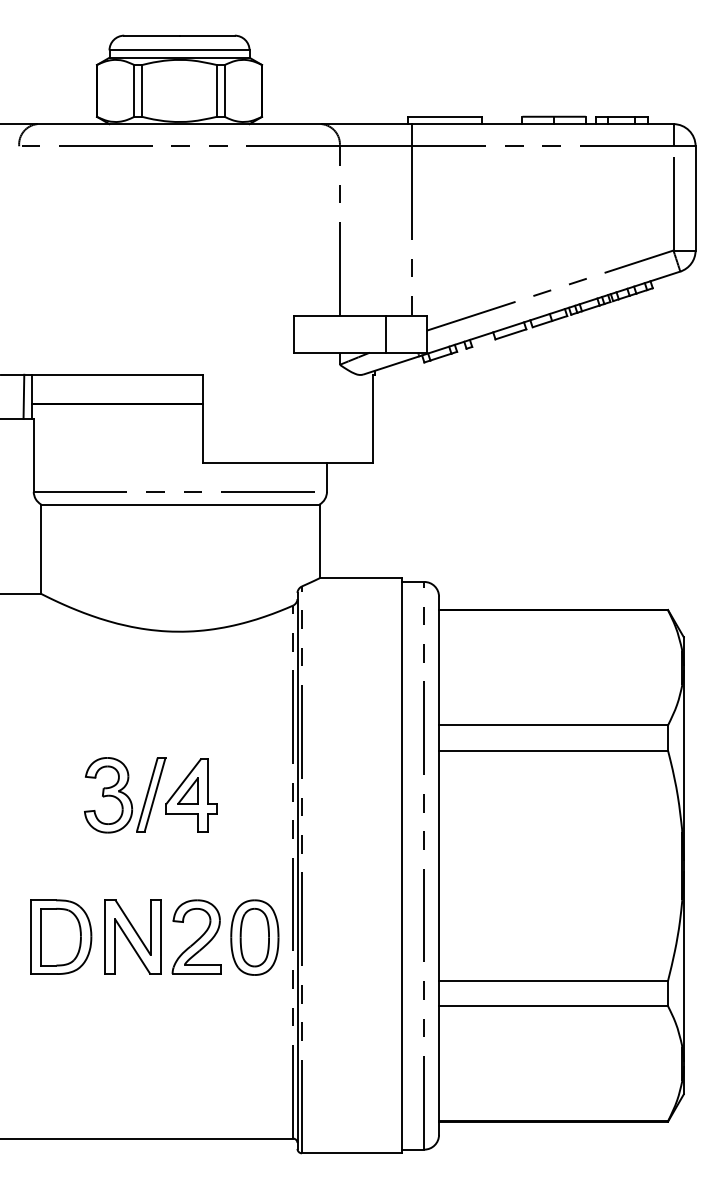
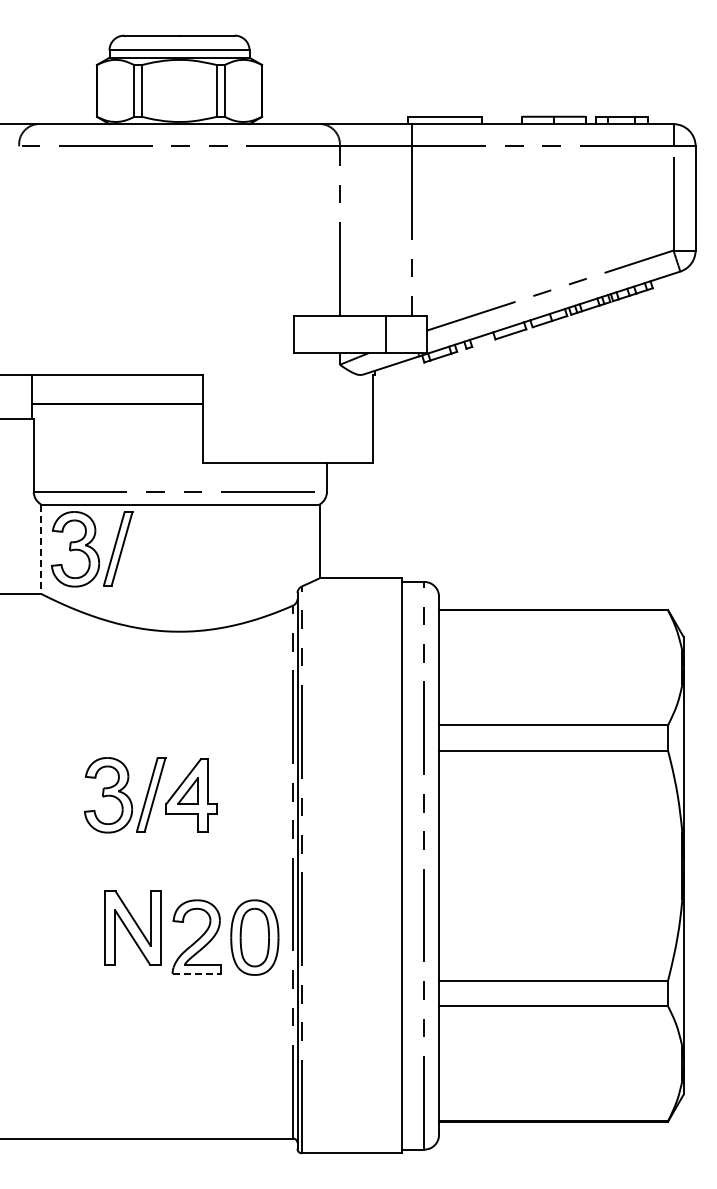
line at (23, 396): present -> none
line at (41, 549): solid -> dashed
part at (92, 549): none -> present
part at (61, 936): present -> none
part at (132, 936) position: (132, 936) -> (132, 927)
line at (197, 974): solid -> dashed
